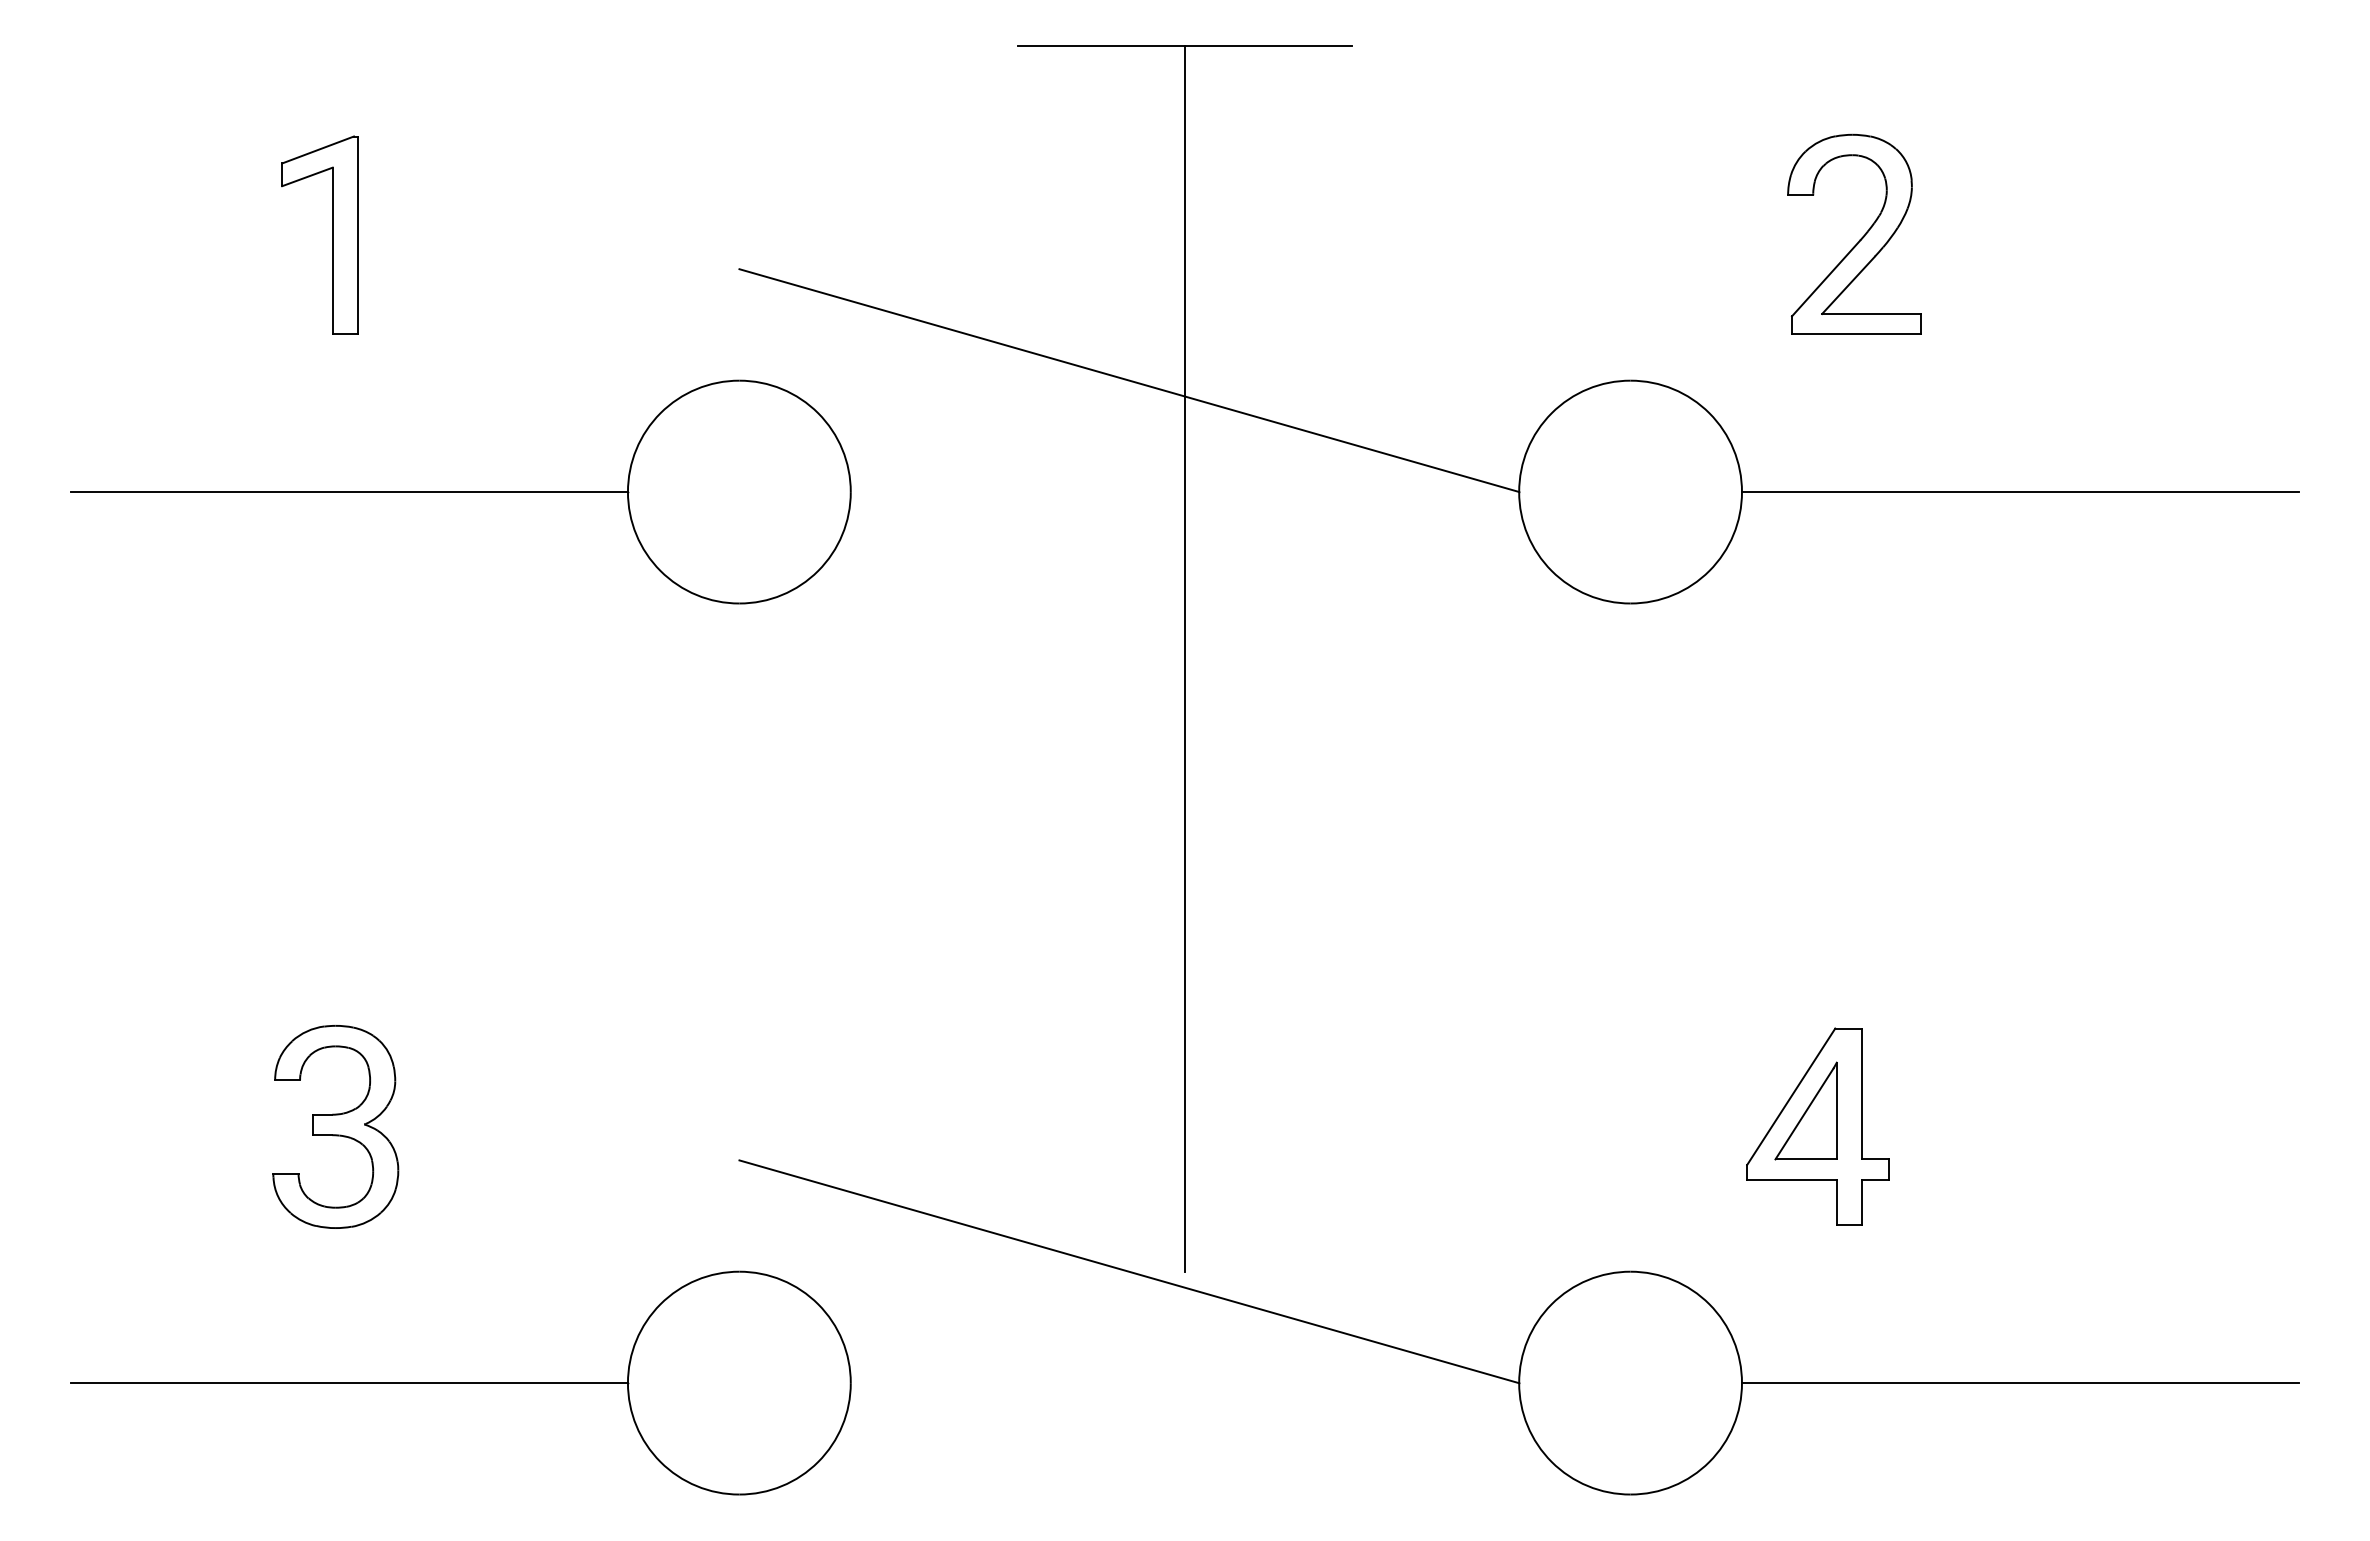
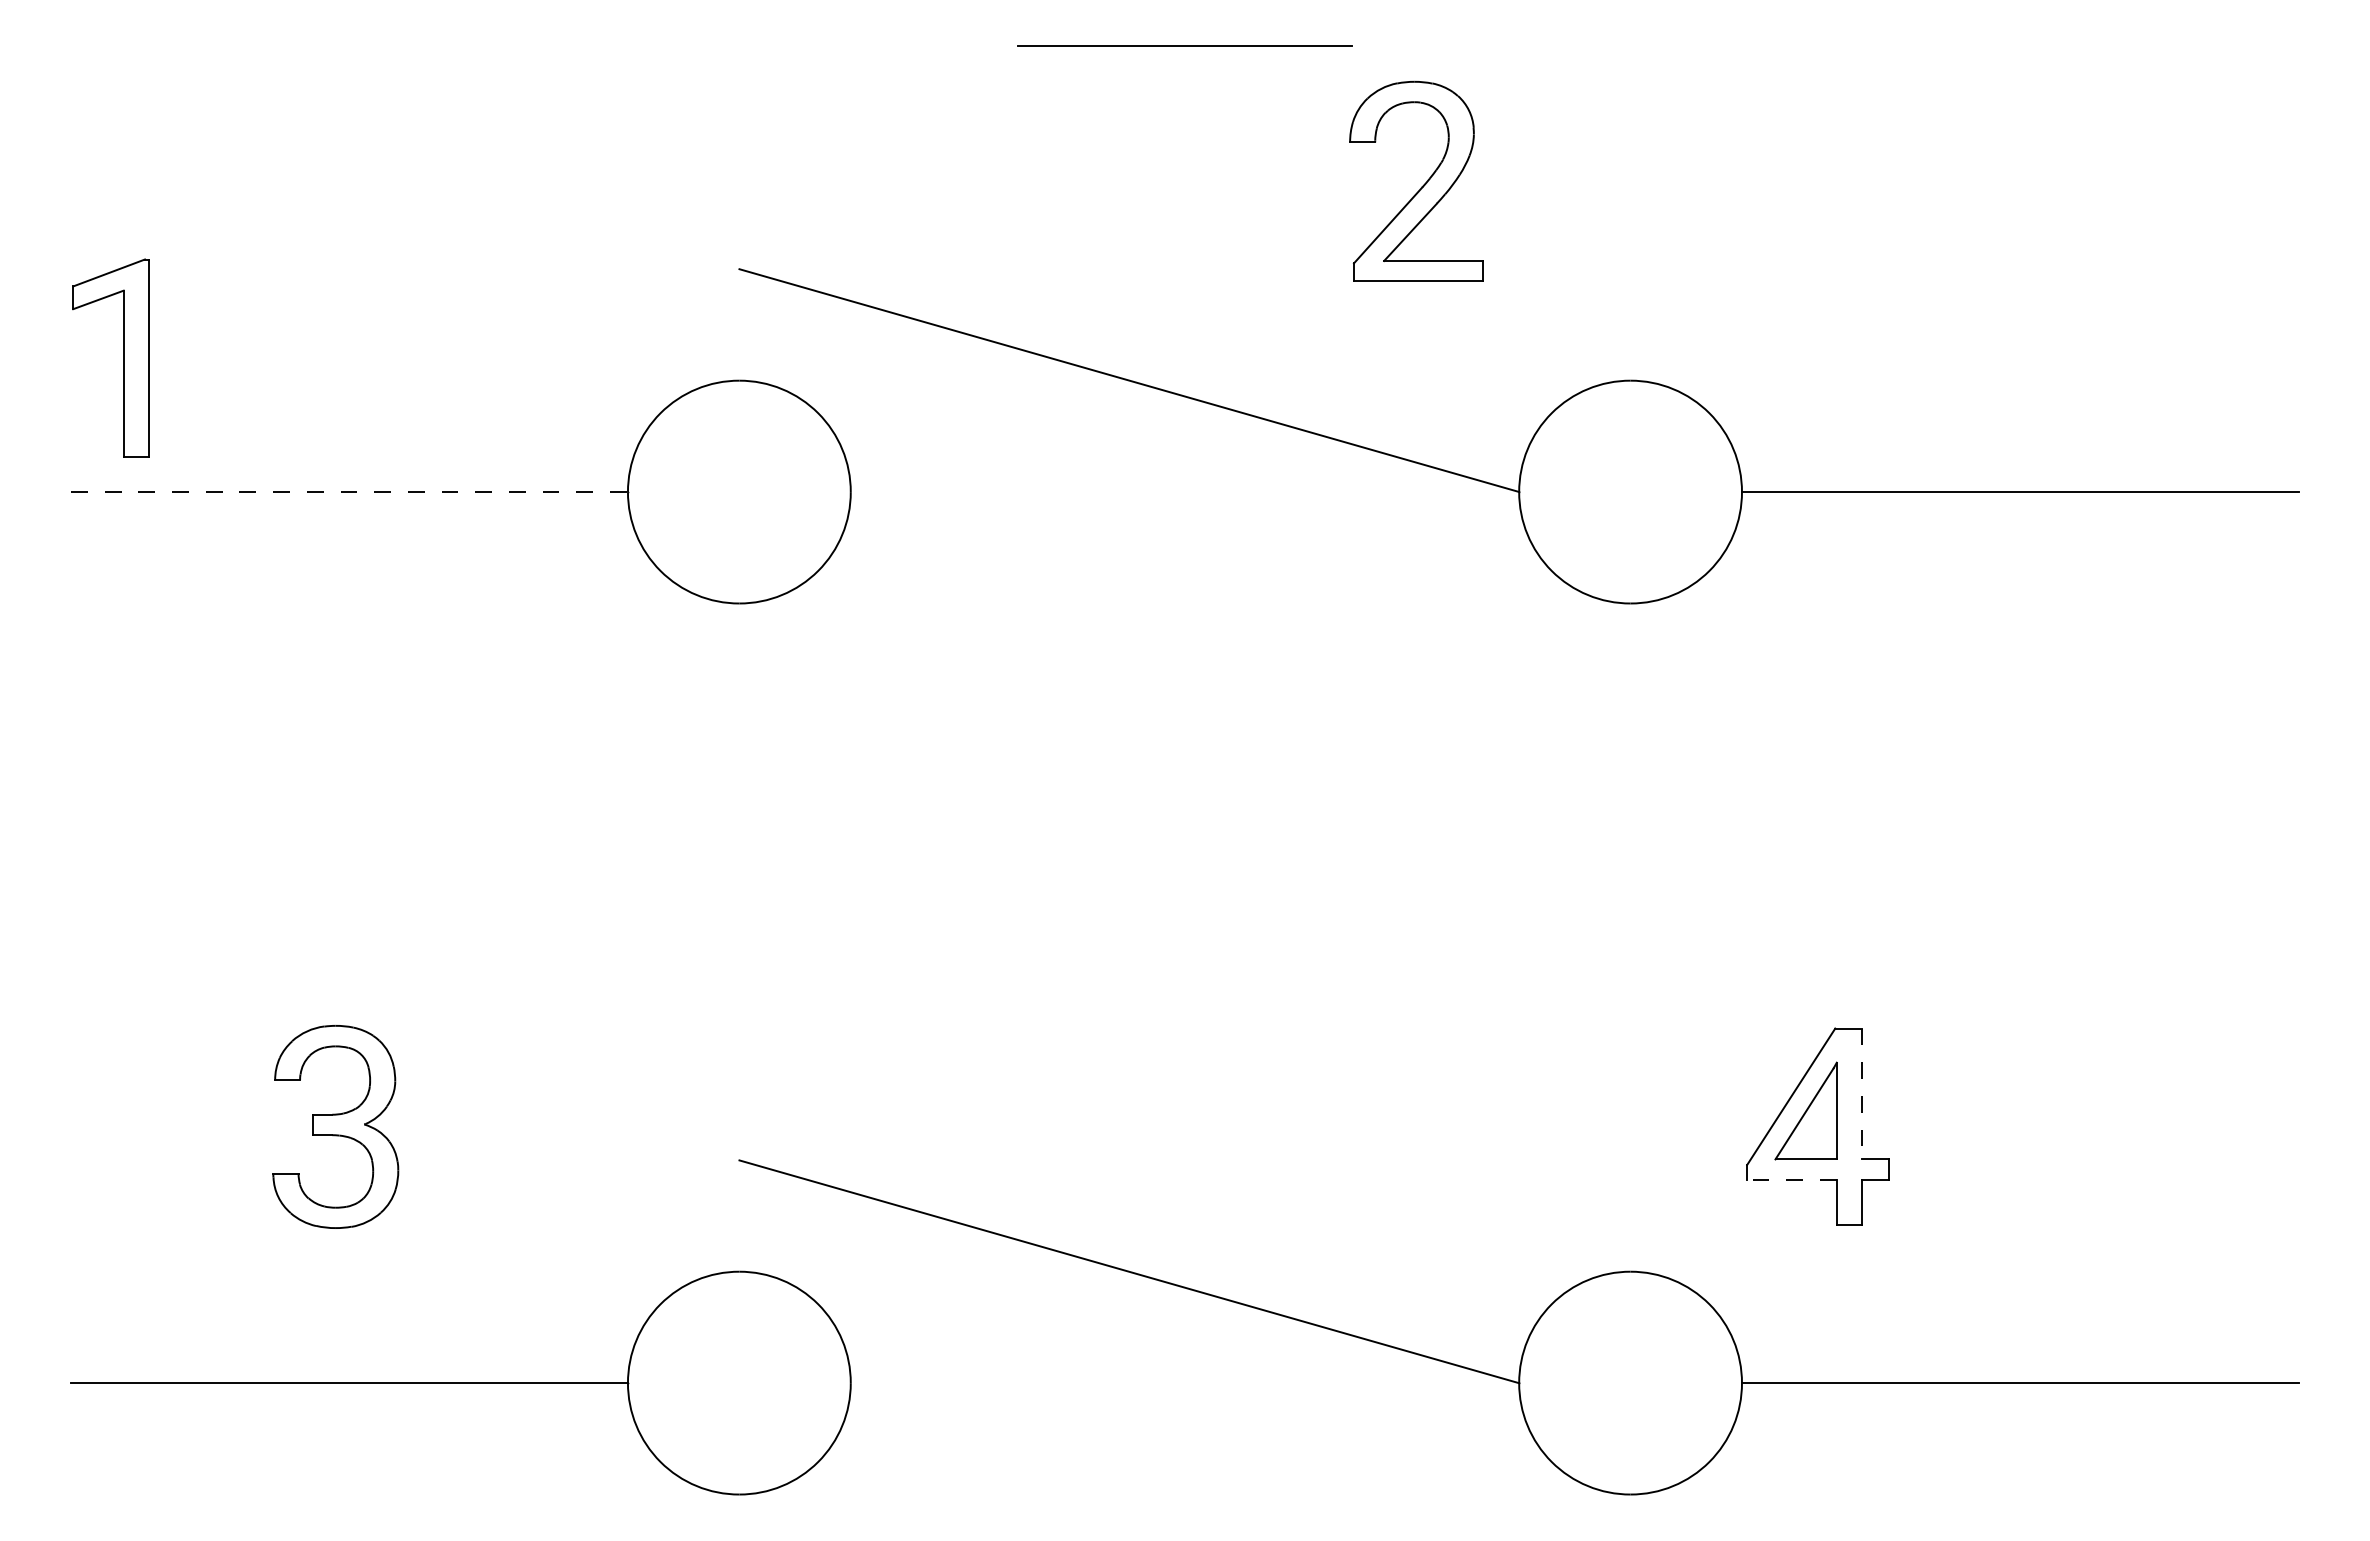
part at (332, 234) position: (332, 234) -> (123, 357)
part at (1860, 238) position: (1860, 238) -> (1422, 185)
line at (350, 492): solid -> dashed
line at (1185, 658): present -> none
line at (1861, 1094): solid -> dashed
line at (1792, 1179): solid -> dashed
